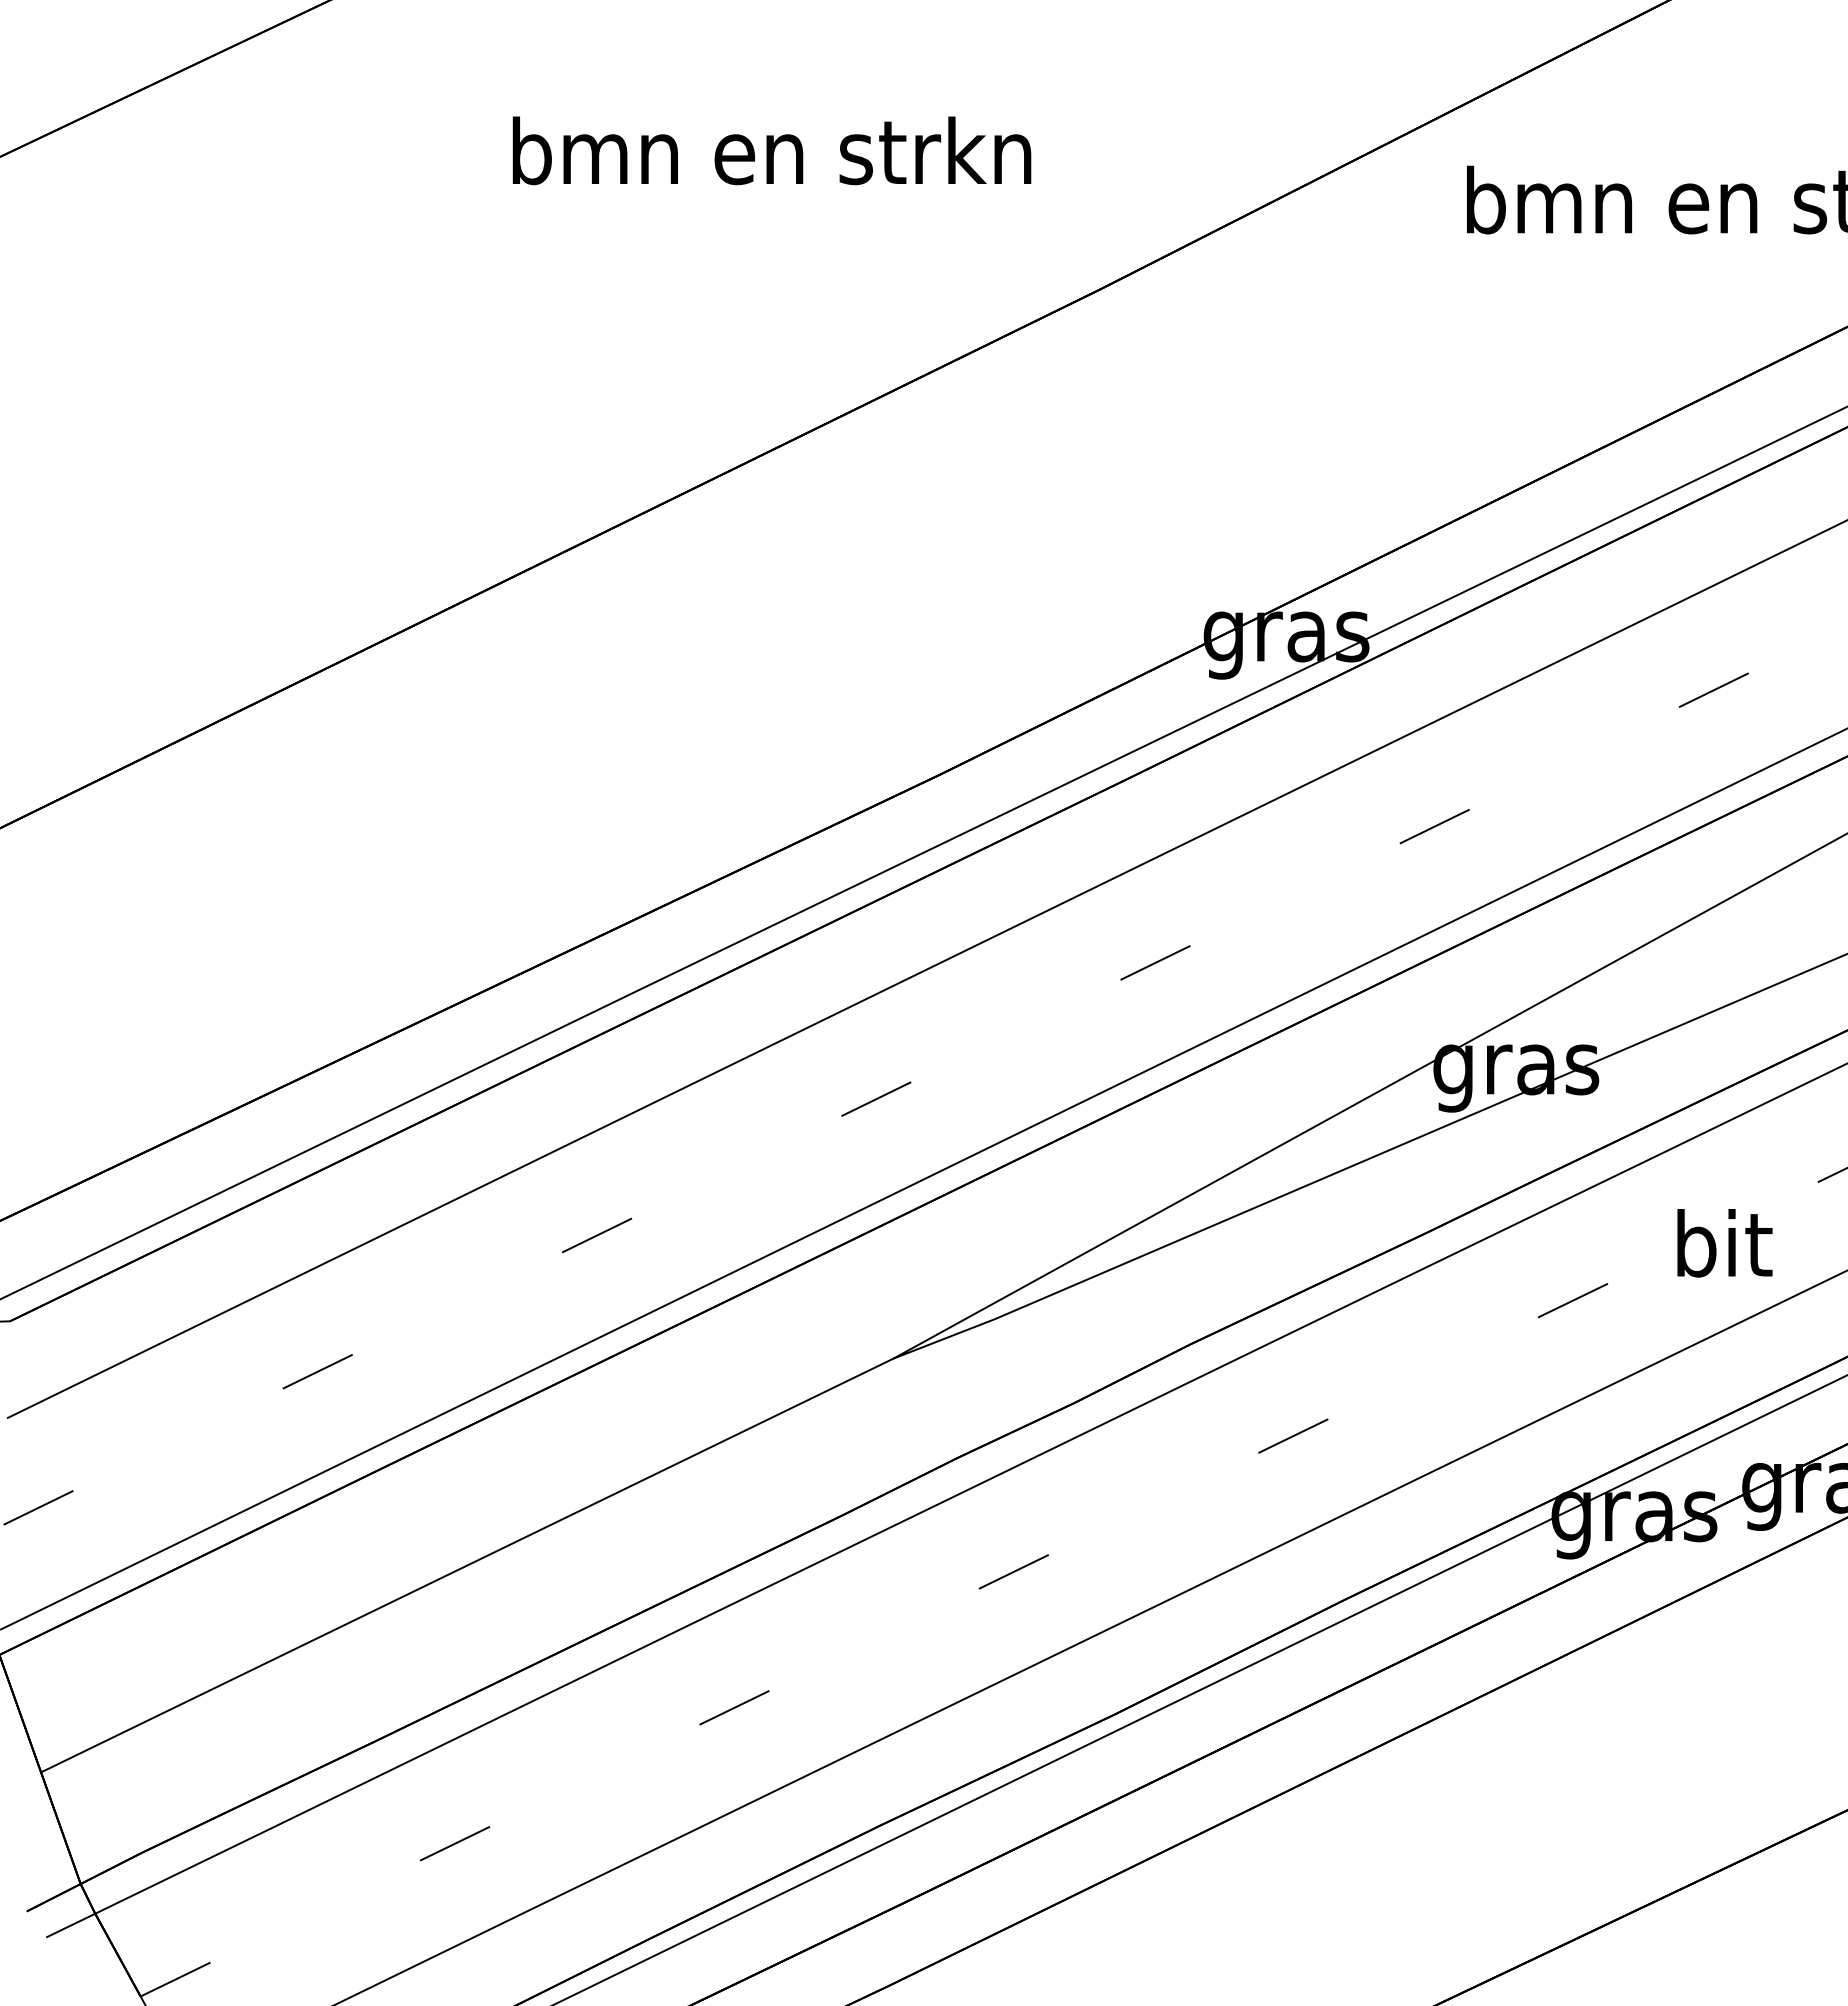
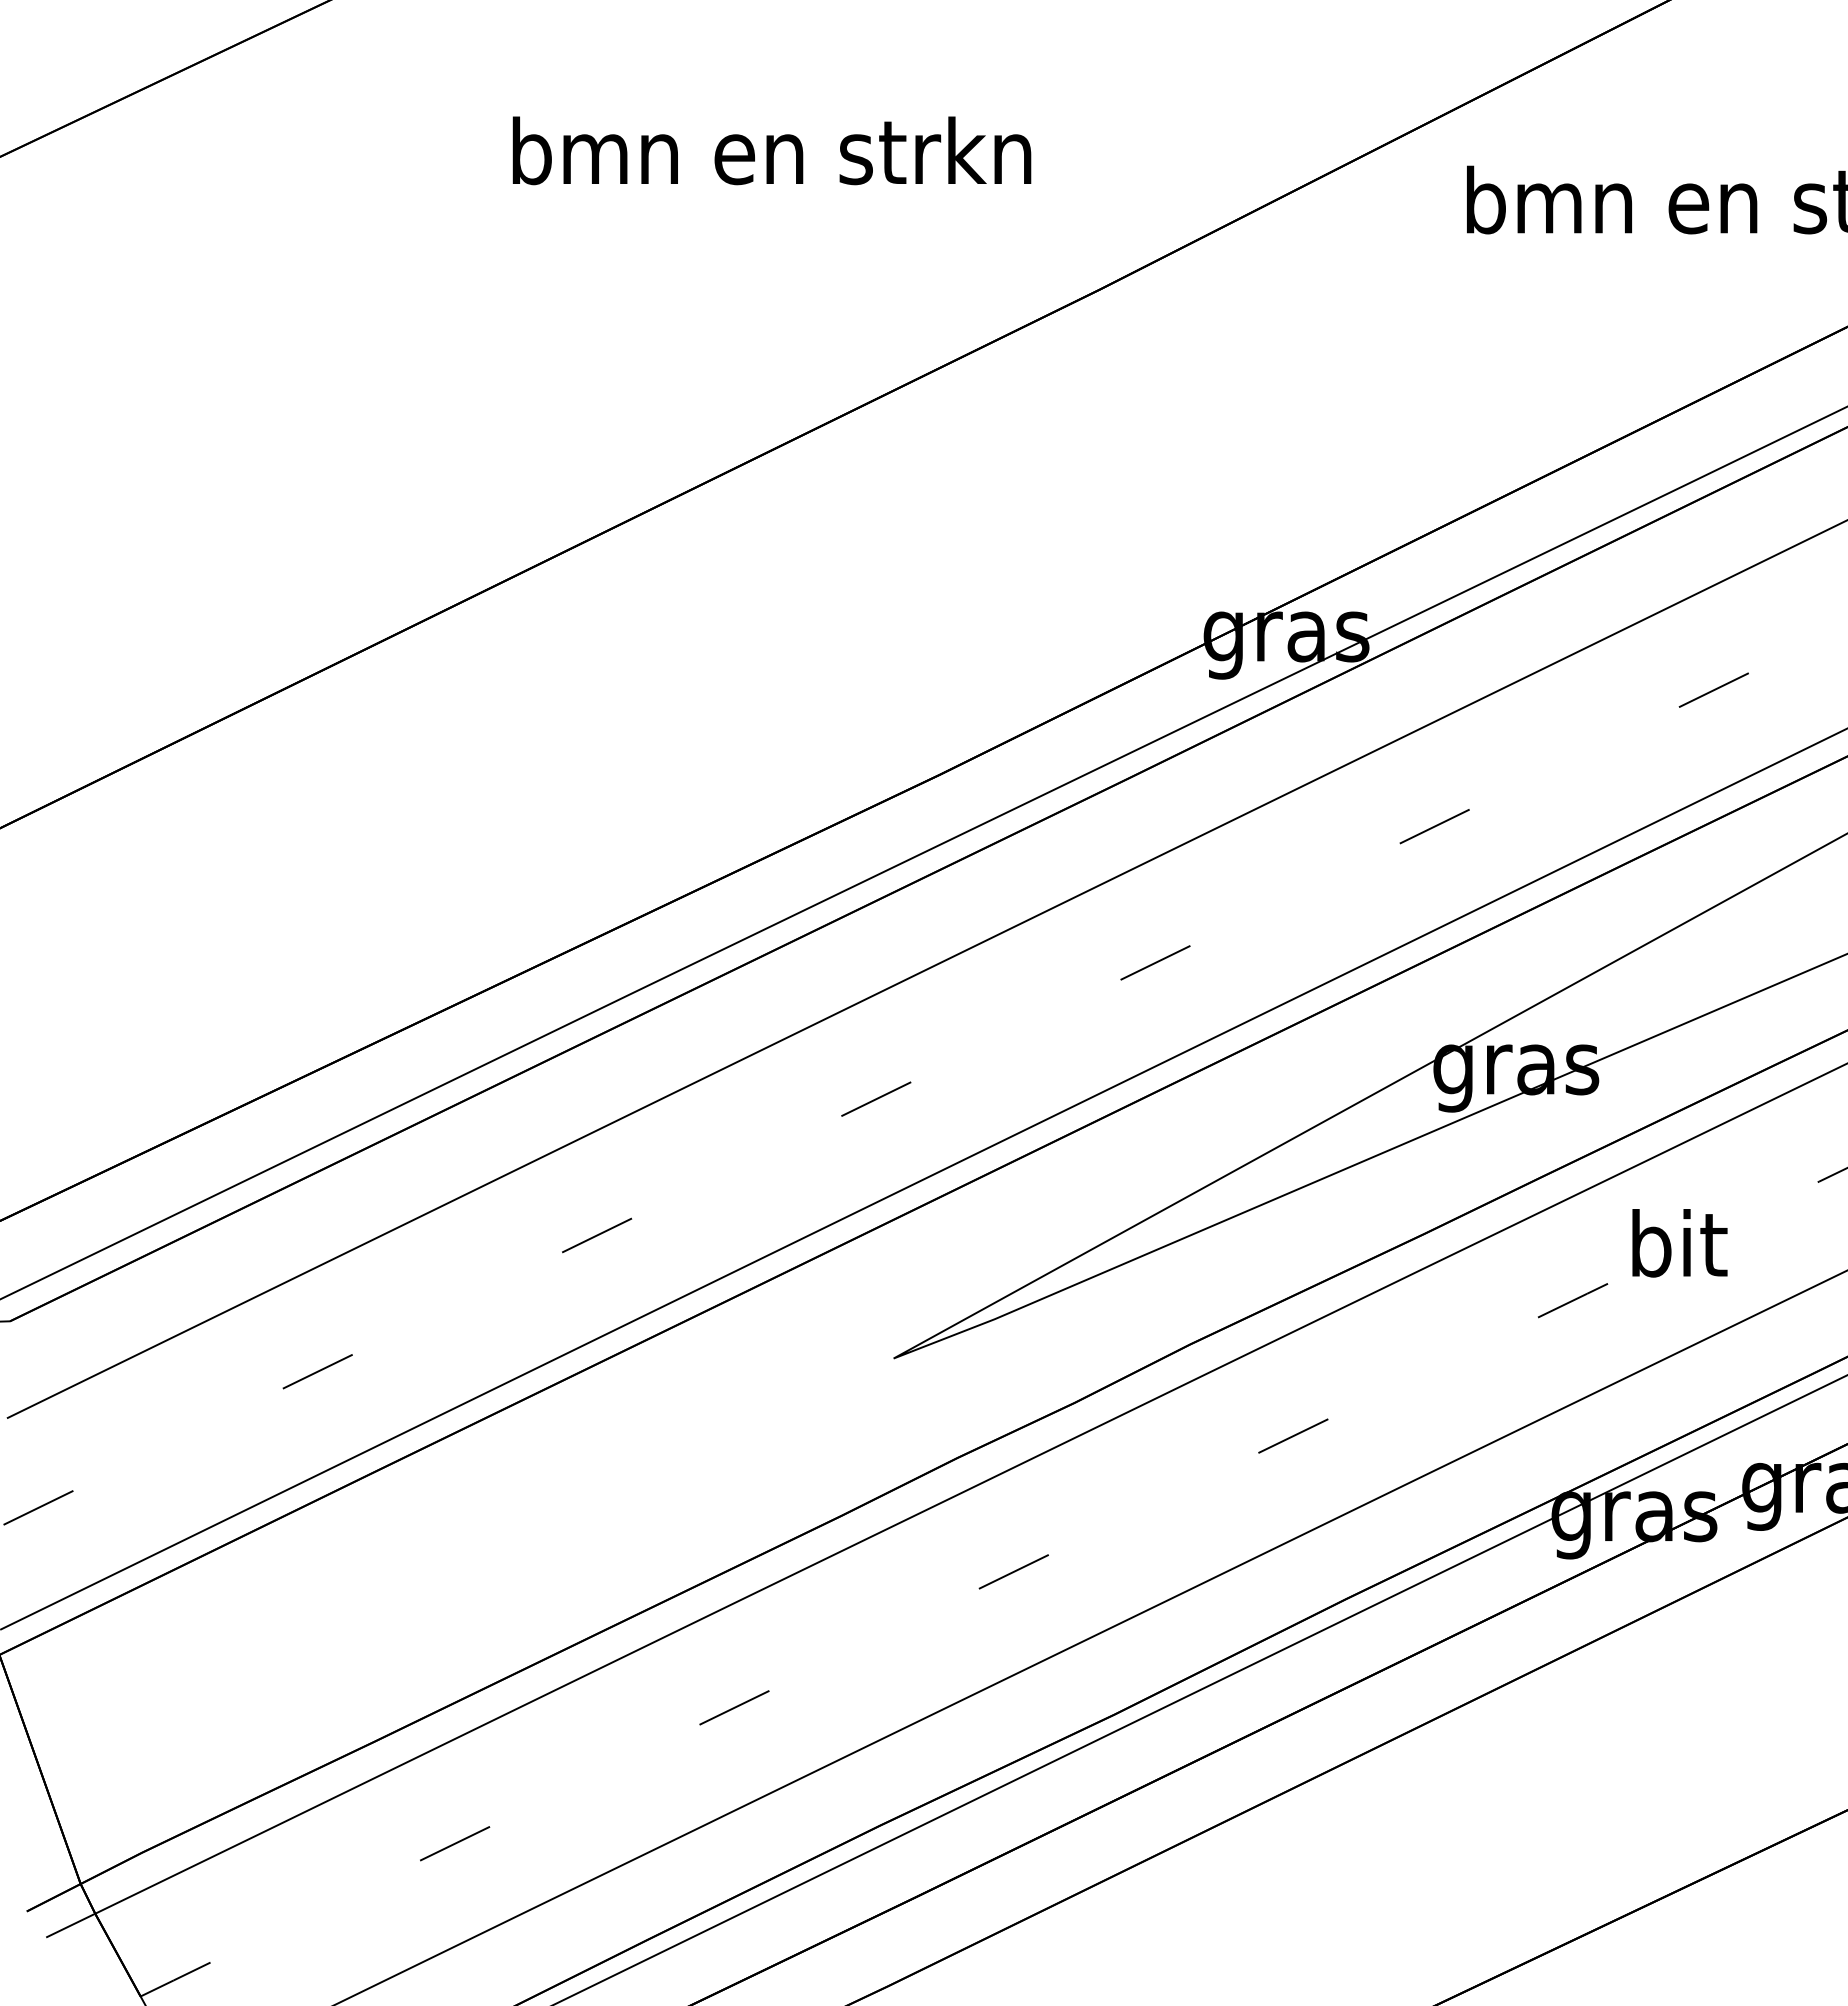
text at (1724, 1243) position: (1724, 1243) -> (1679, 1243)
line at (467, 1565): present -> none
